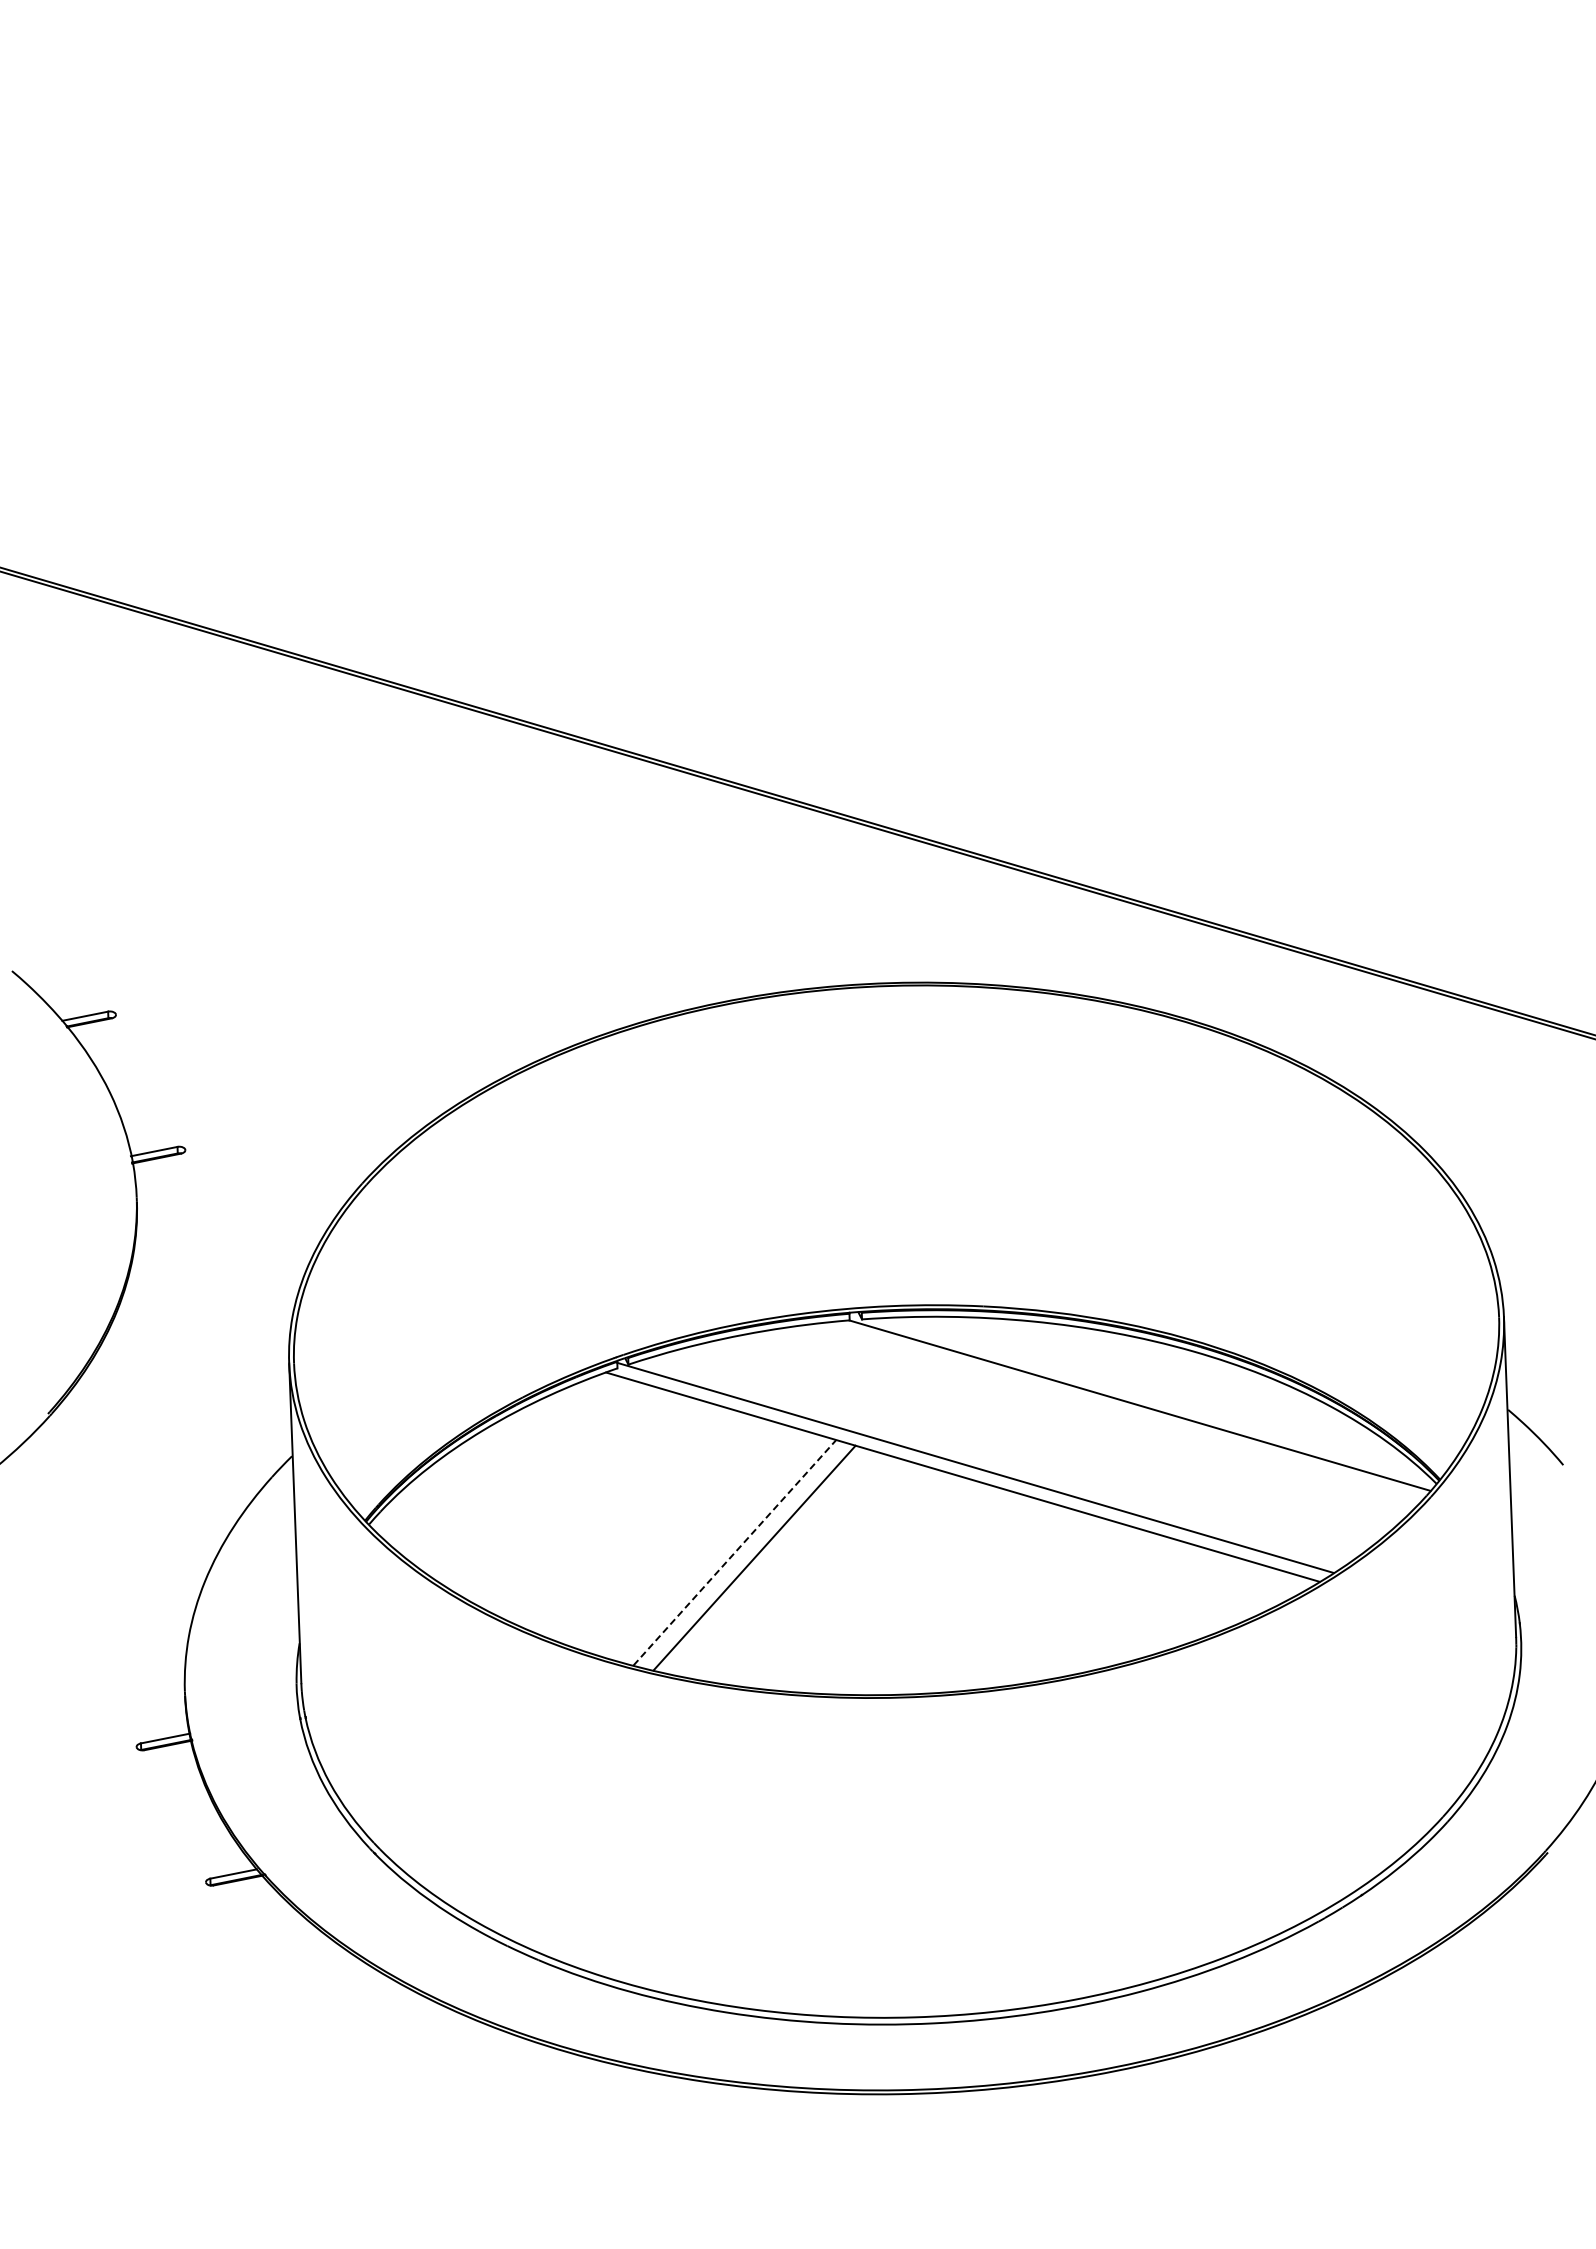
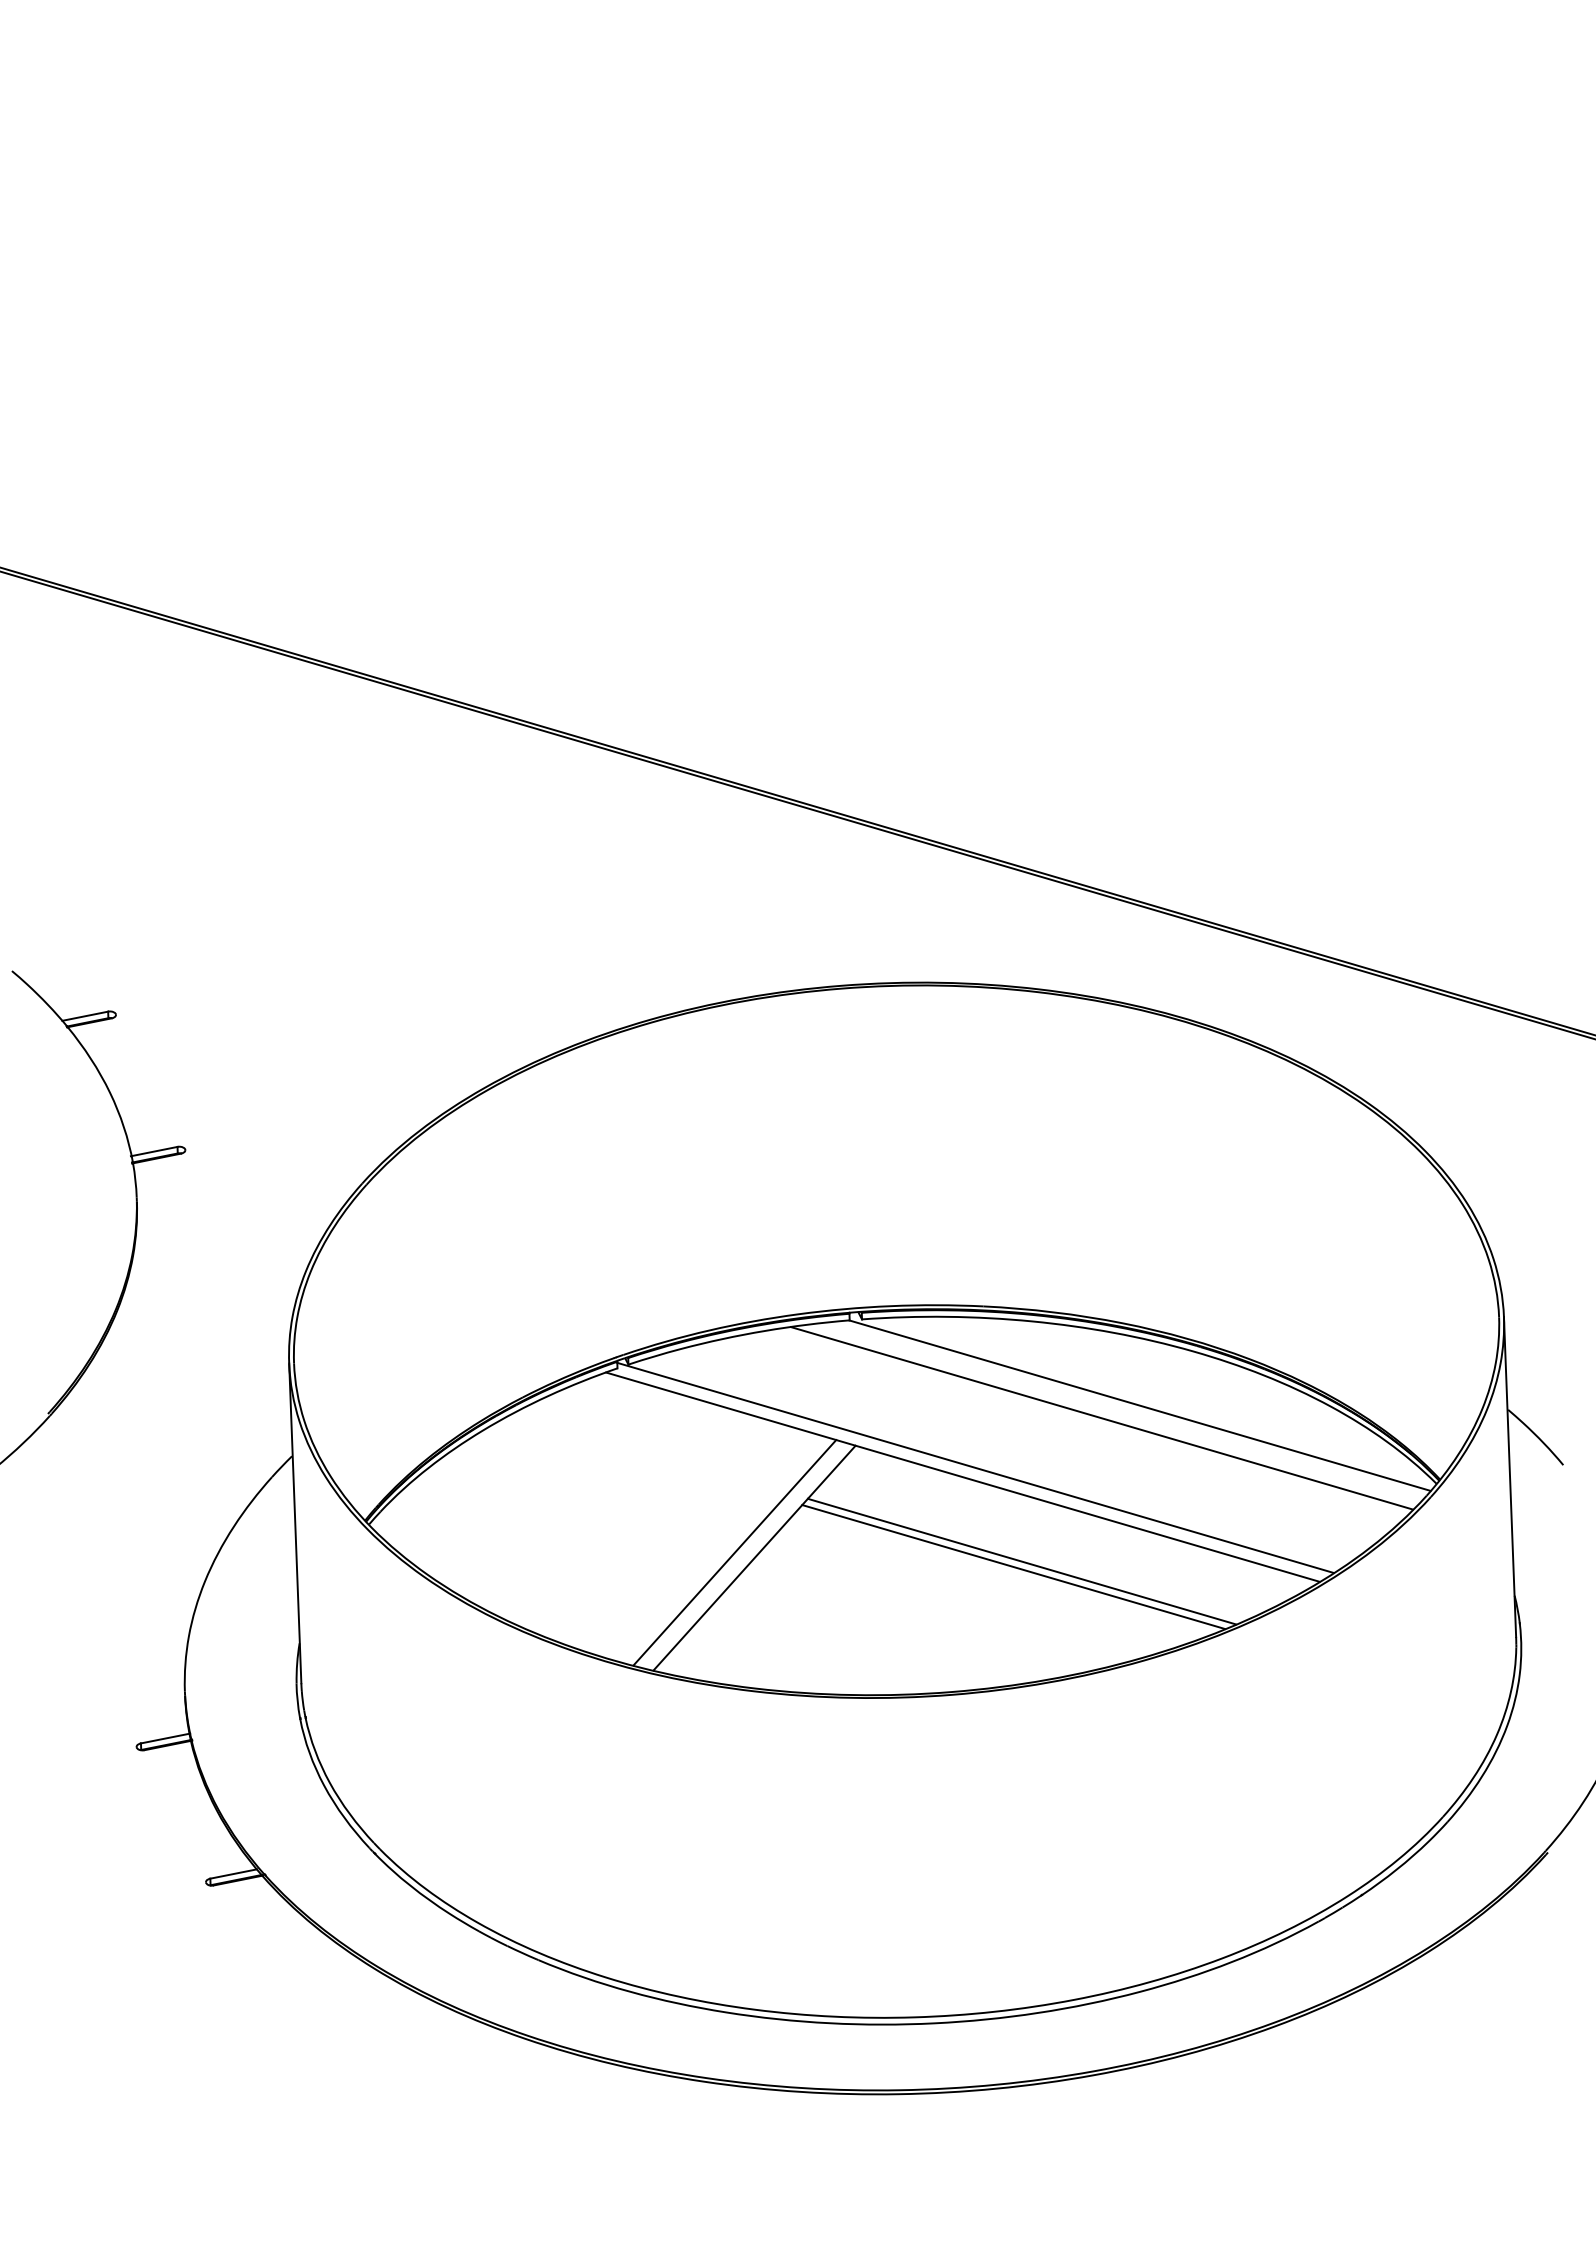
line at (1101, 1418): none -> present
line at (734, 1552): dashed -> solid
line at (1021, 1561): none -> present
line at (1013, 1566): none -> present
